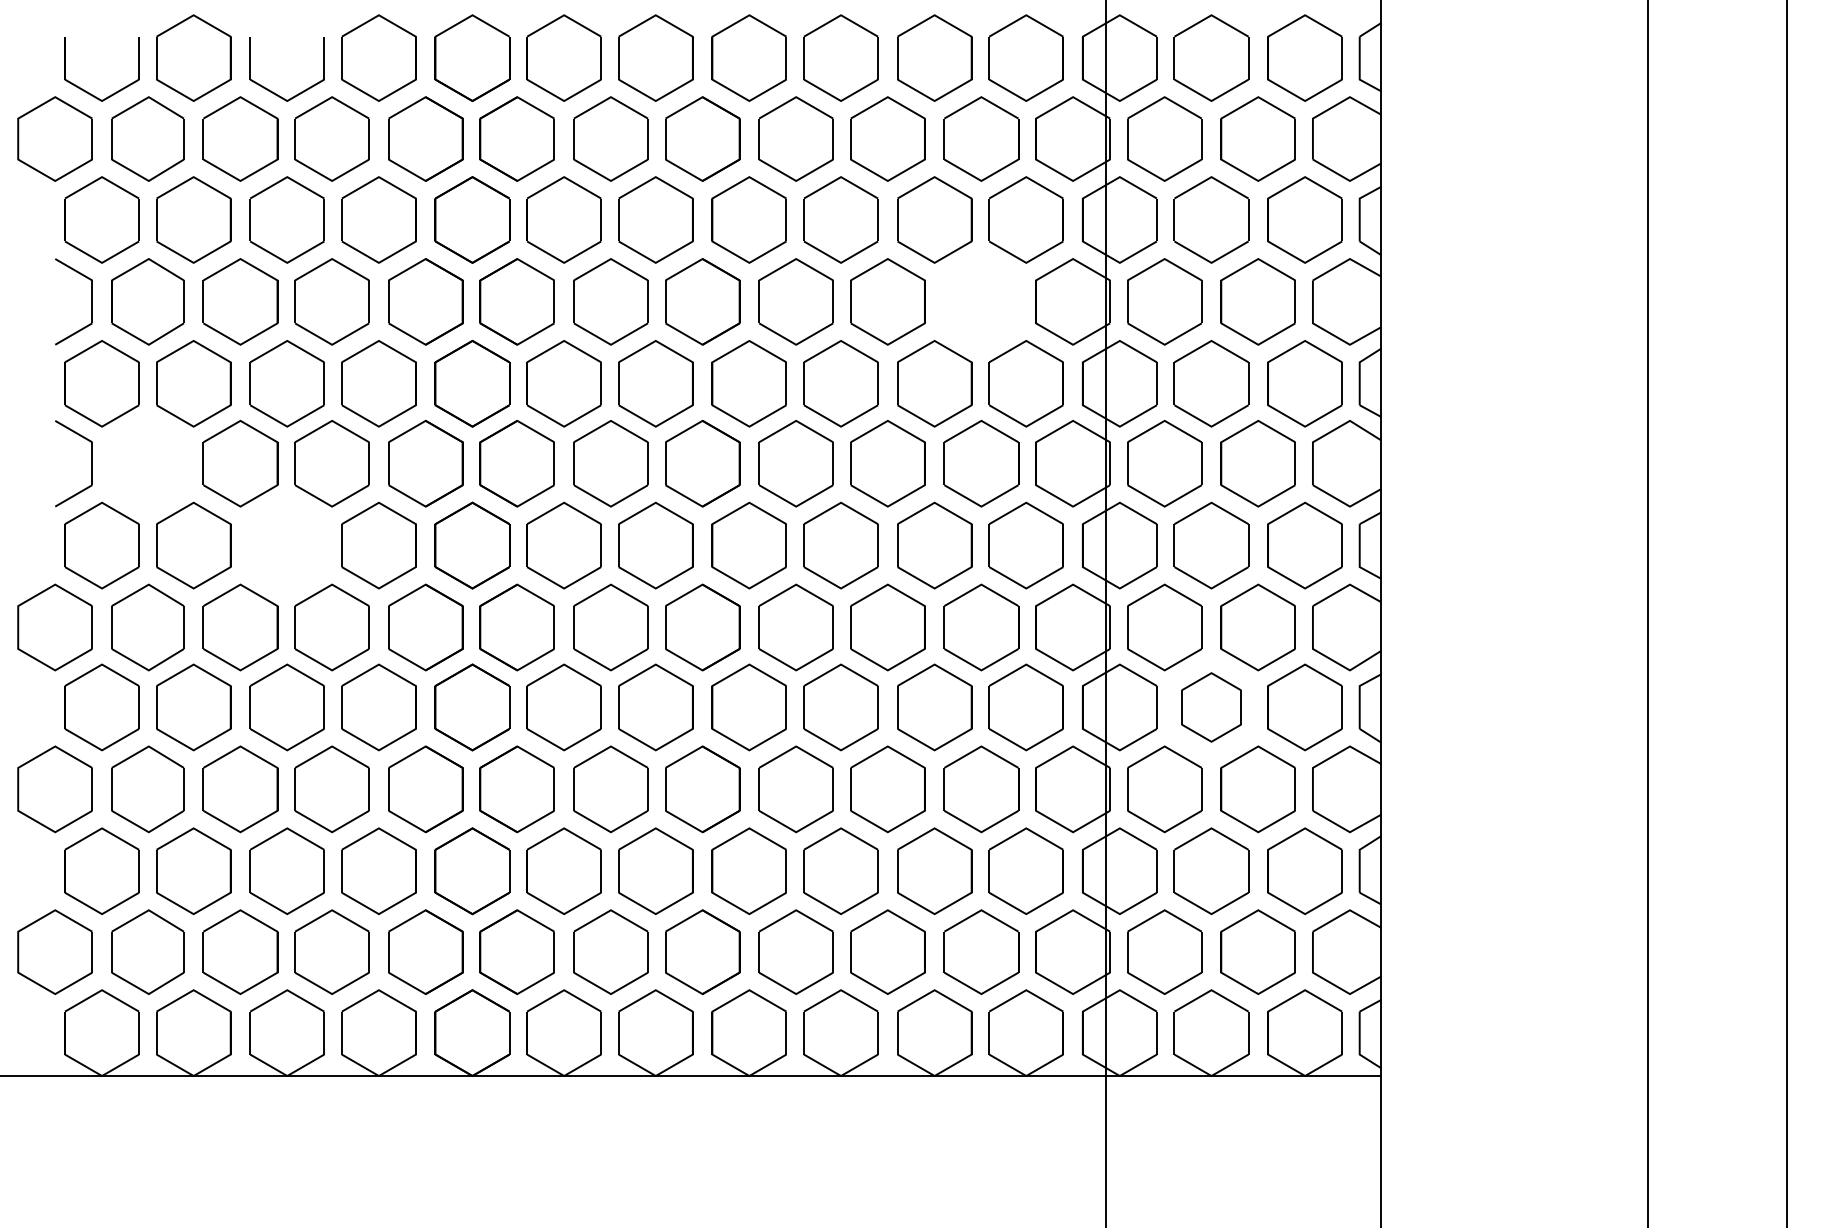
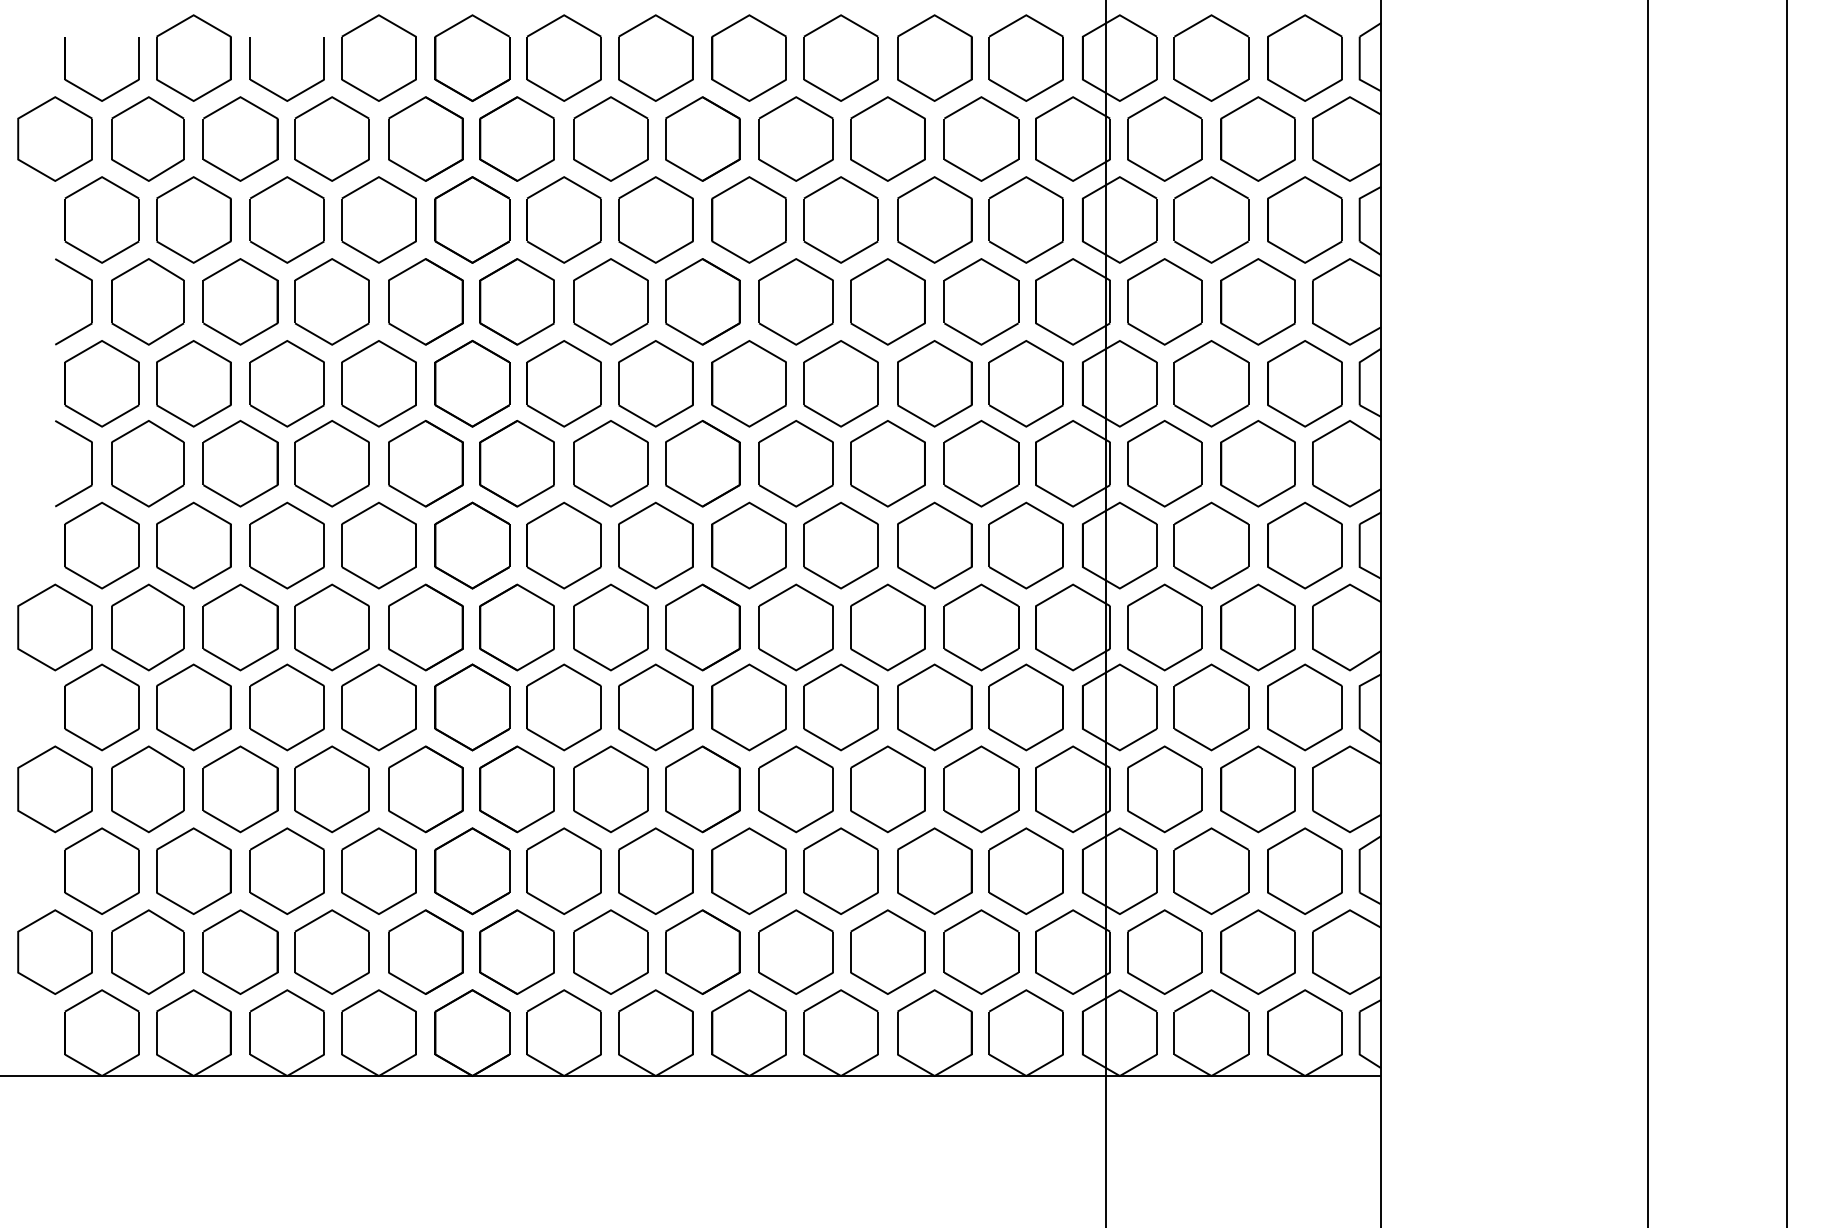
part at (981, 301): none -> present
part at (147, 463): none -> present
part at (286, 545): none -> present
part at (1211, 707) size: 61x71 px -> 77x89 px
